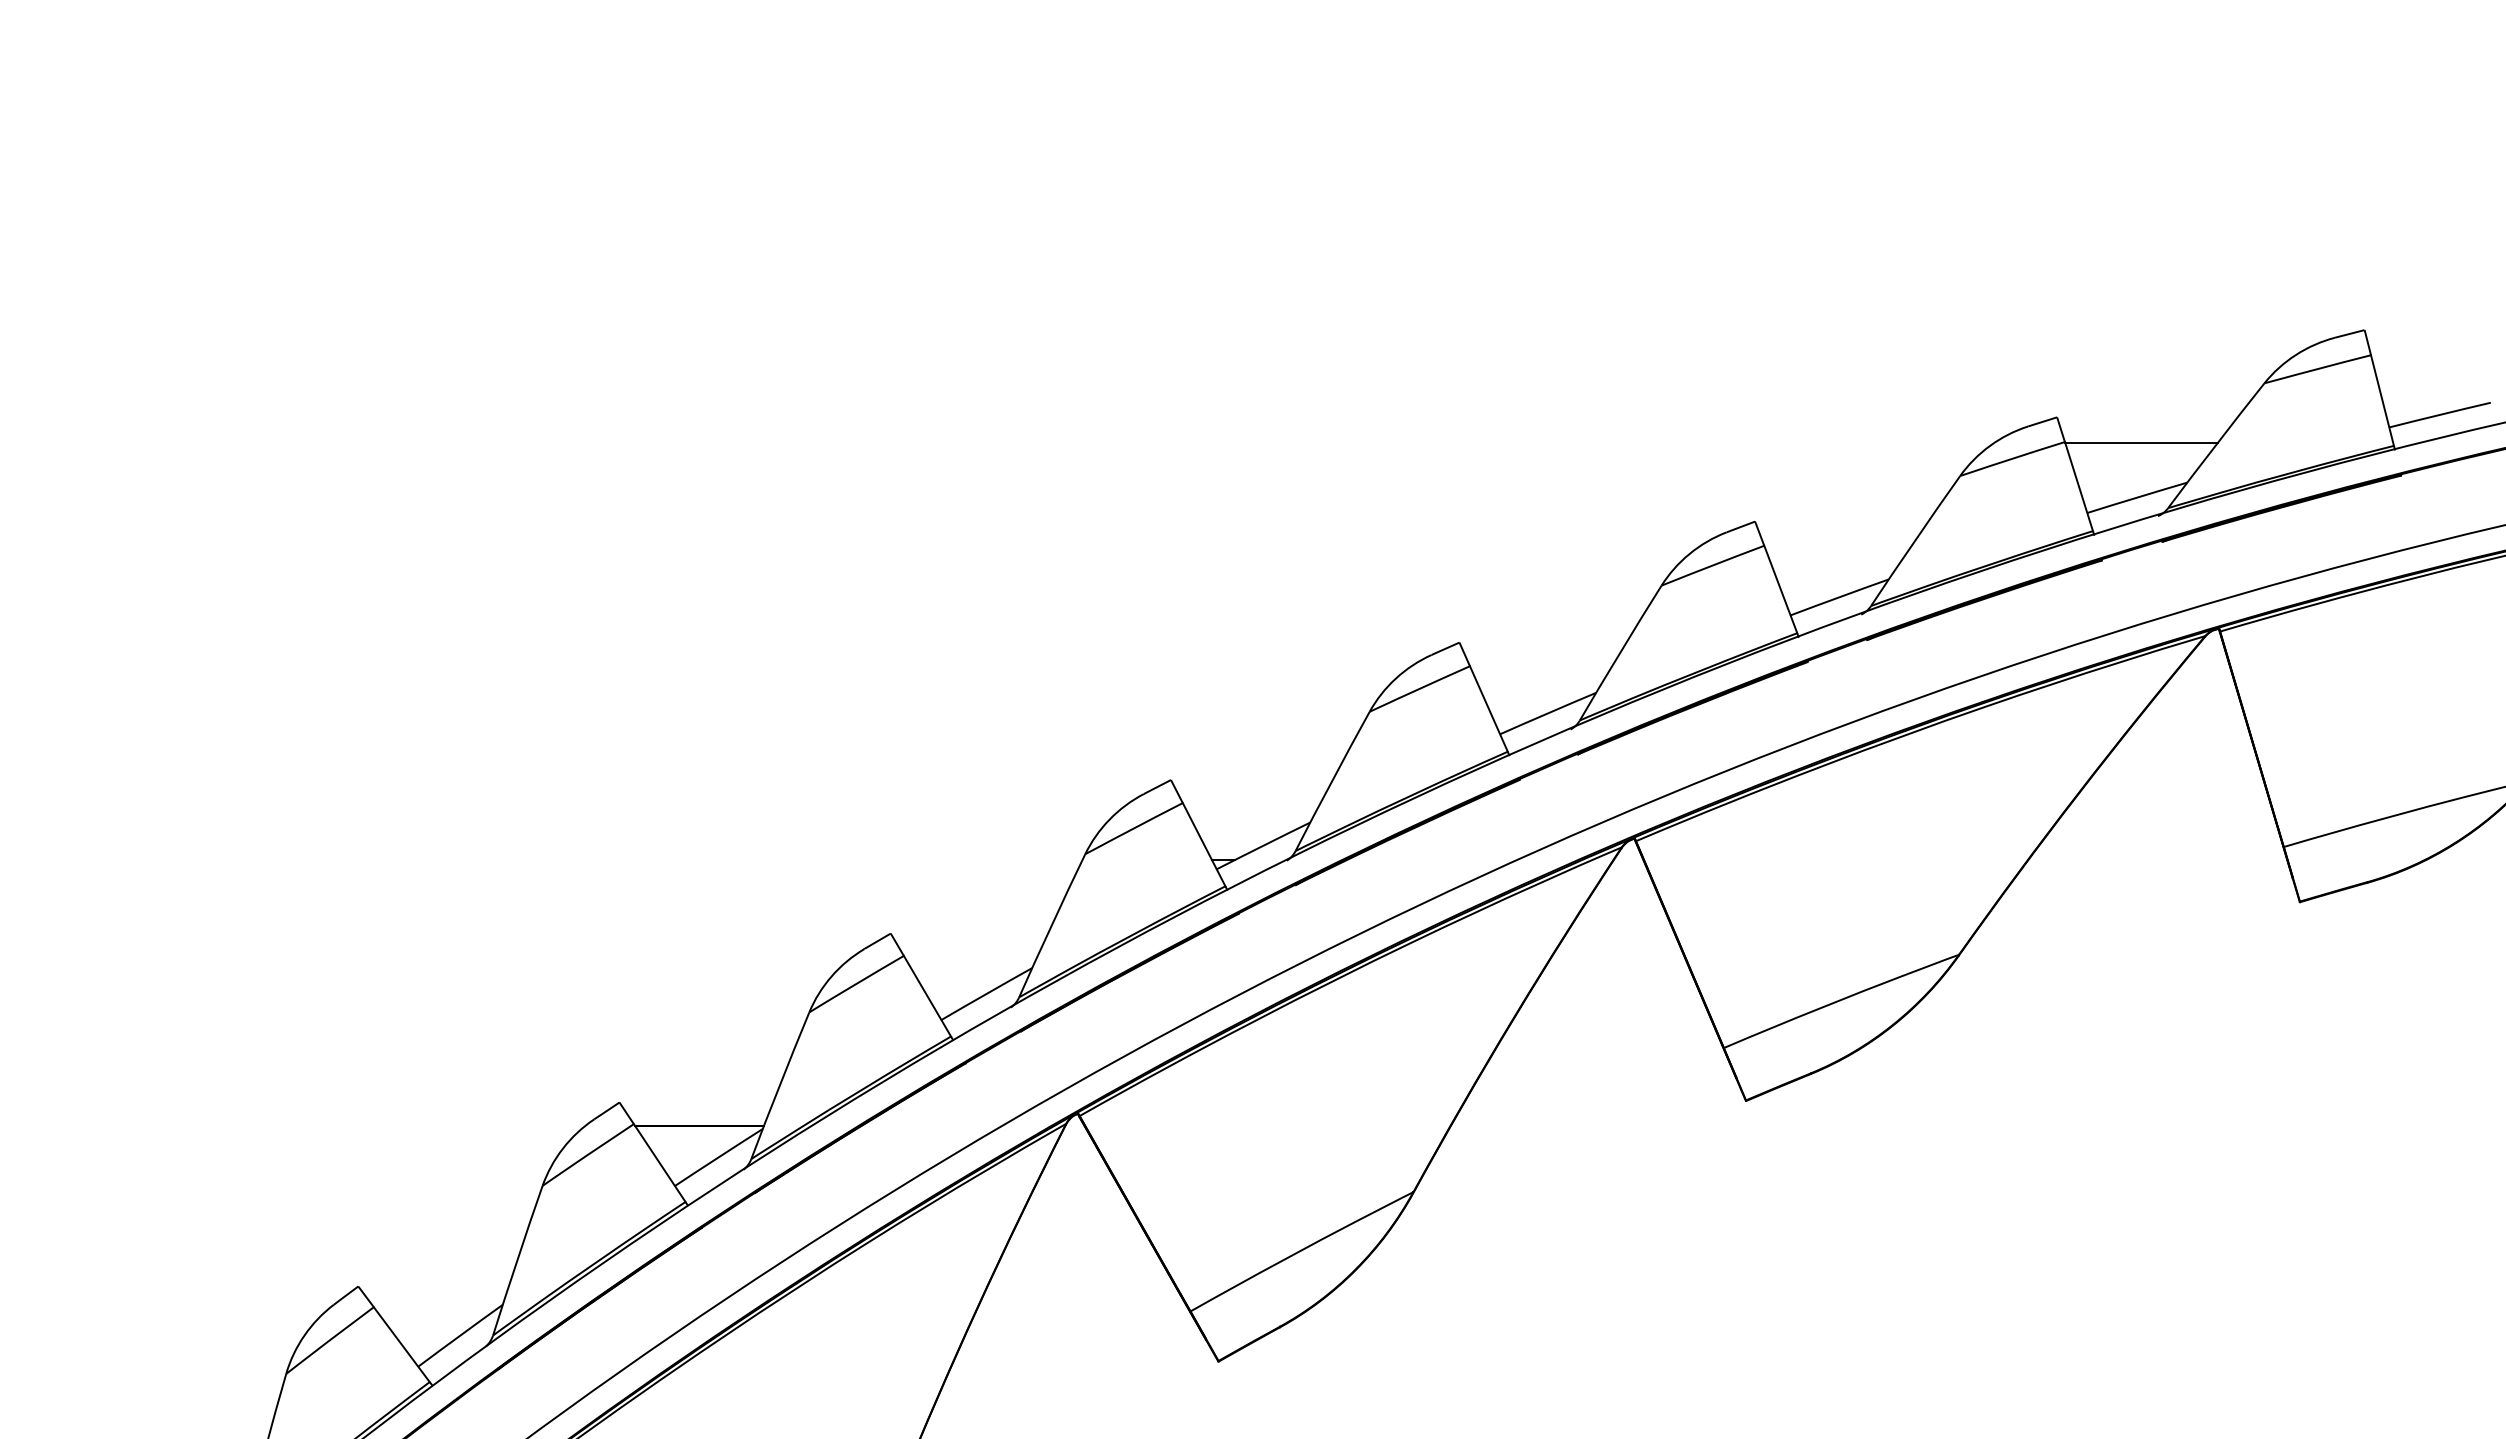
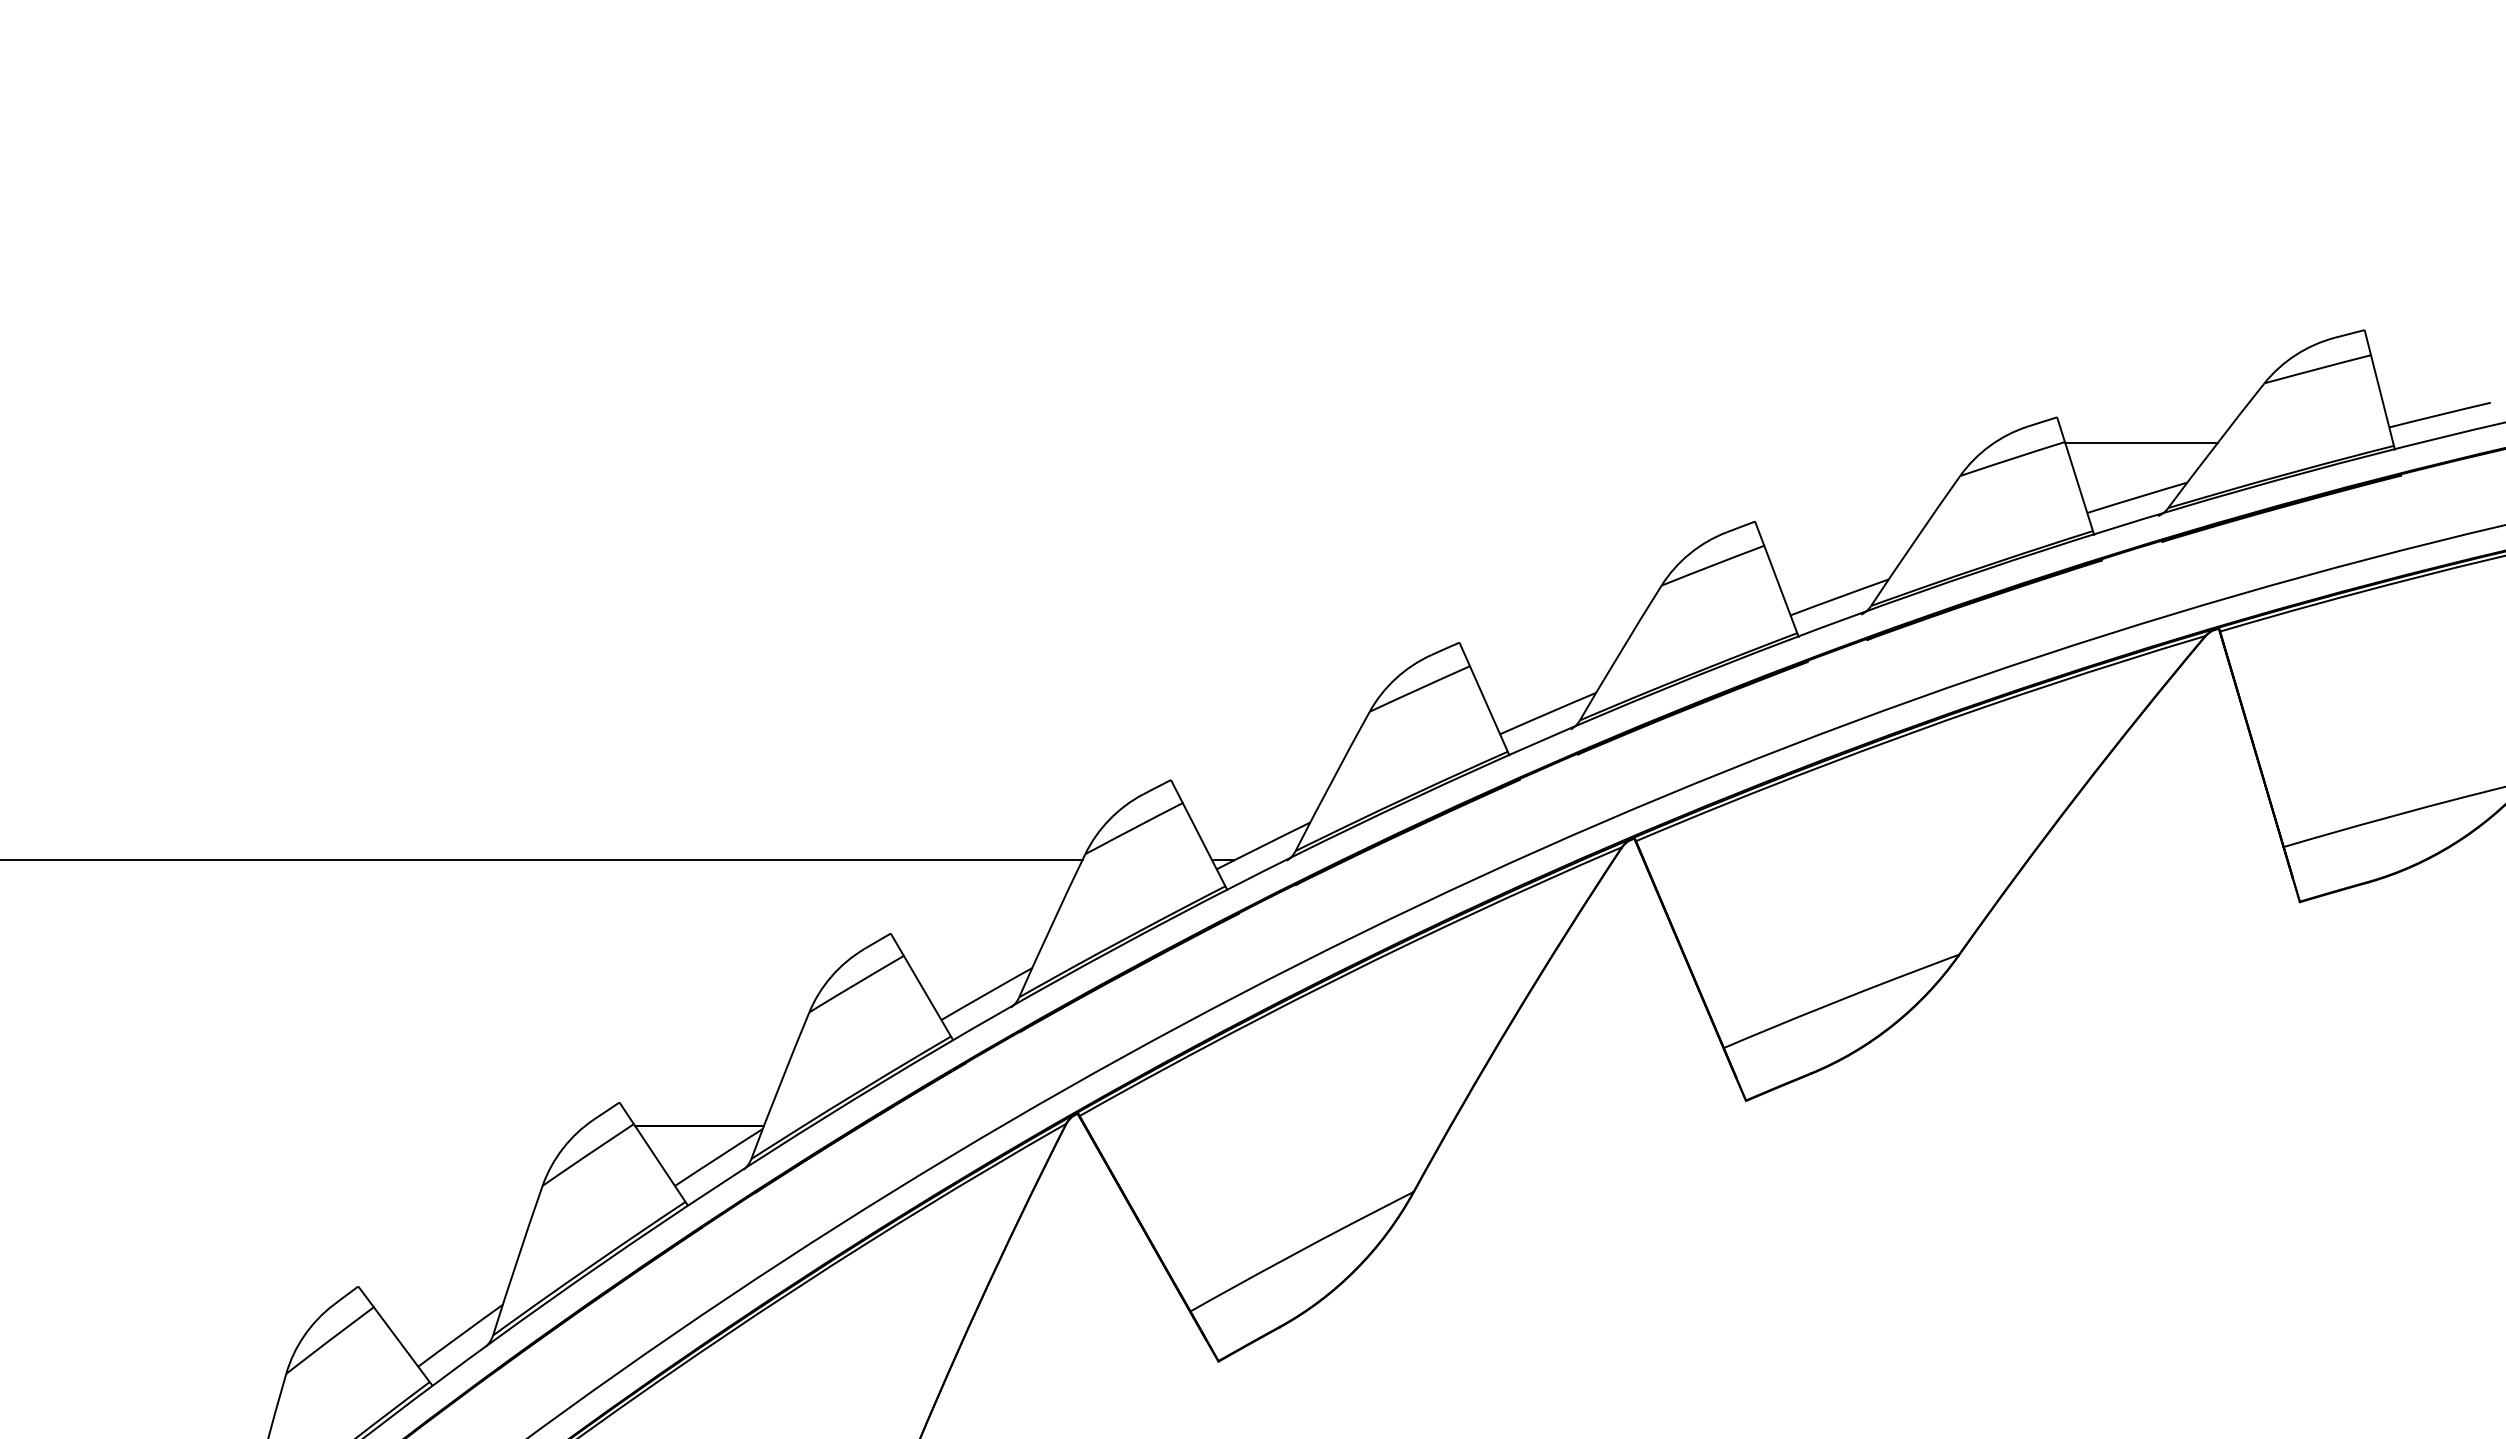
line at (542, 859): none -> present
